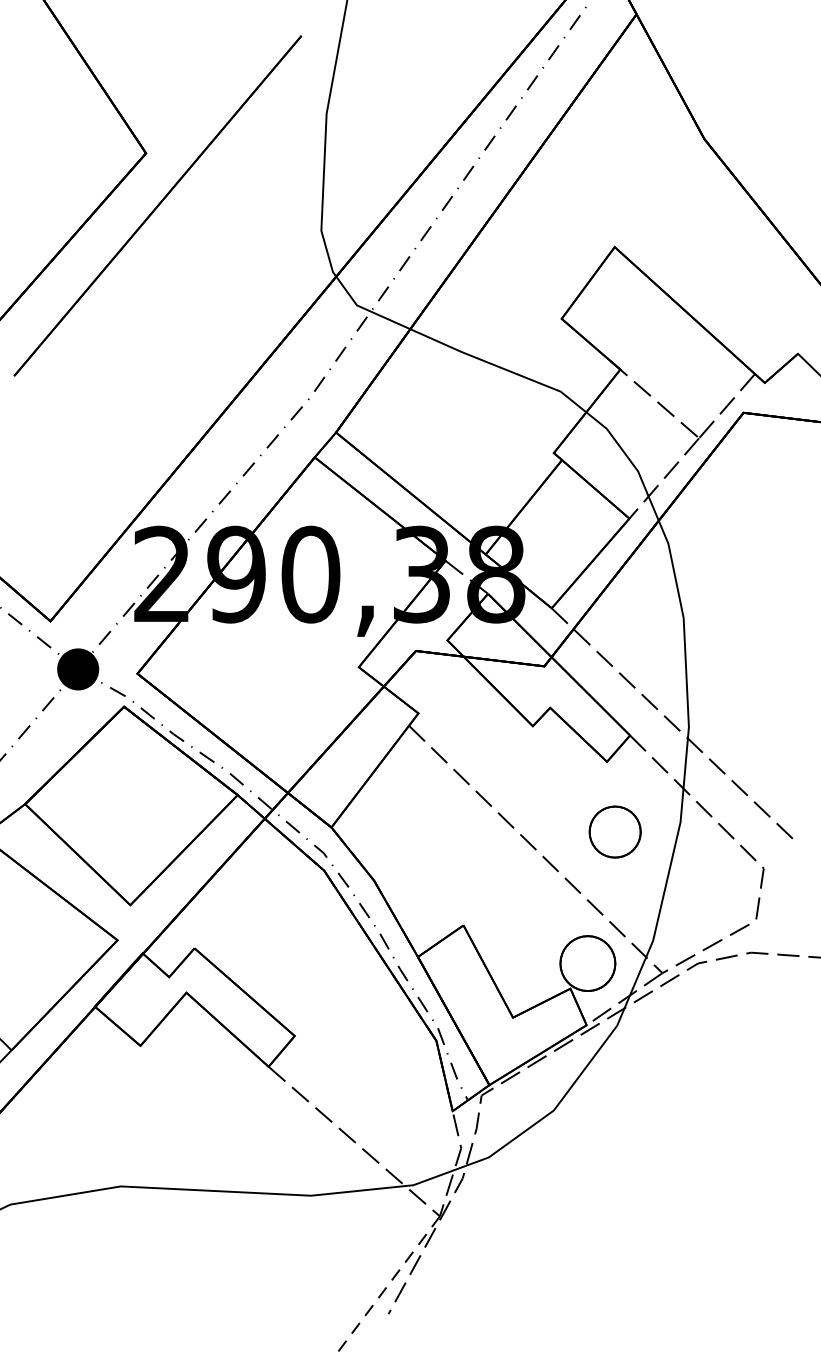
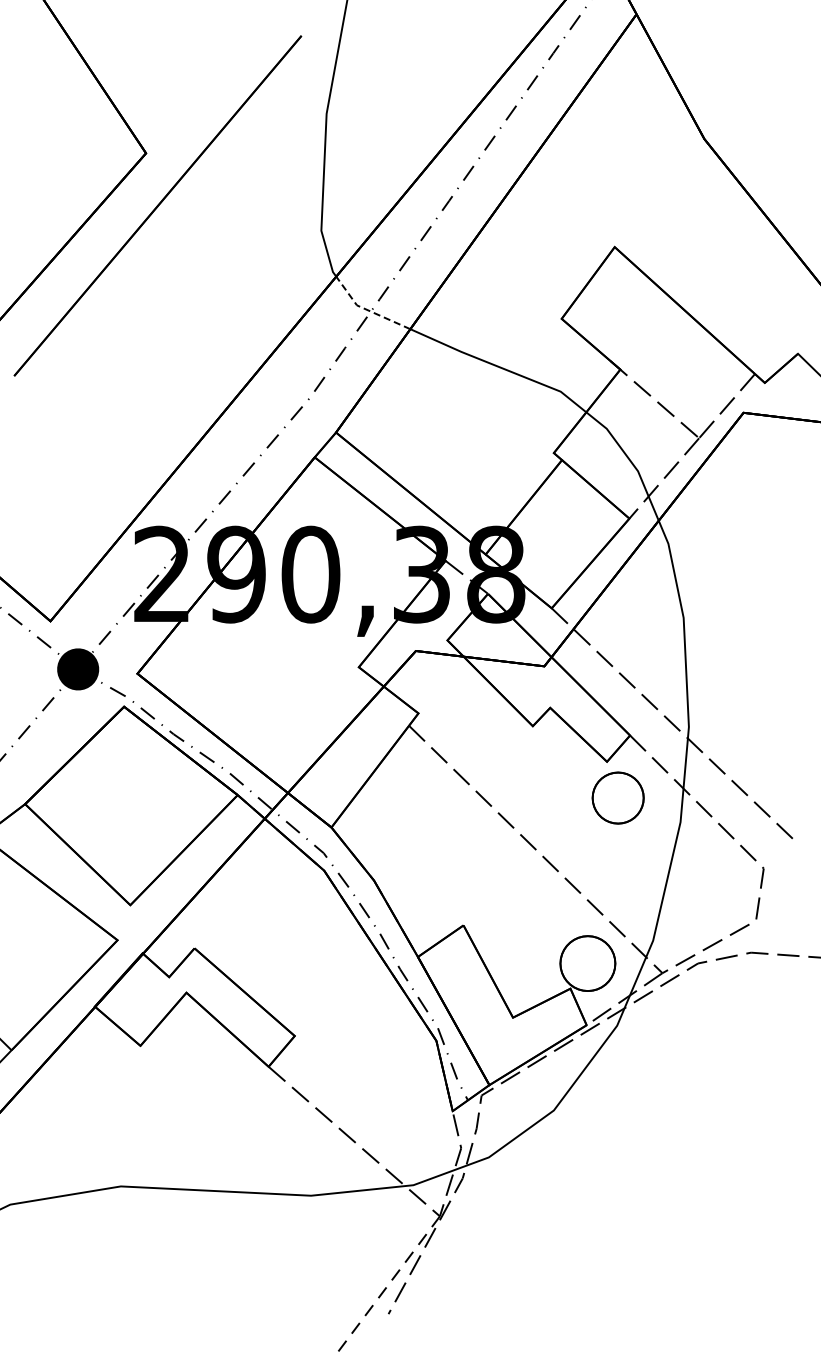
line at (366, 309): solid -> dashed
part at (614, 831) position: (614, 831) -> (617, 797)
